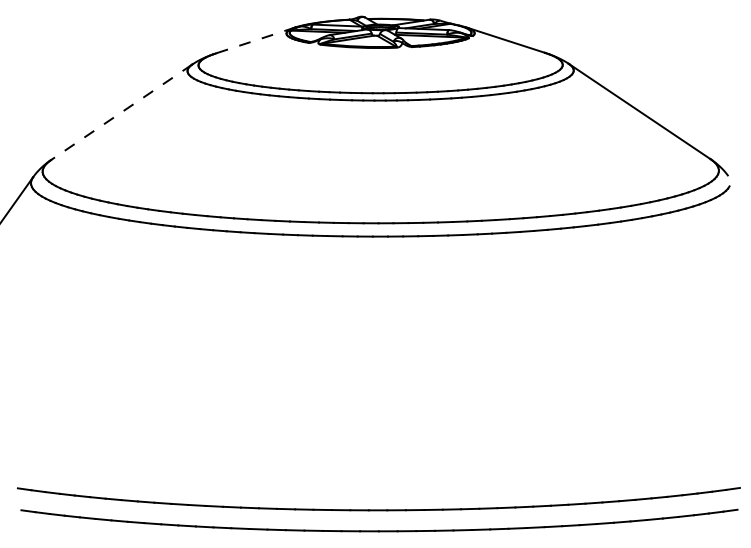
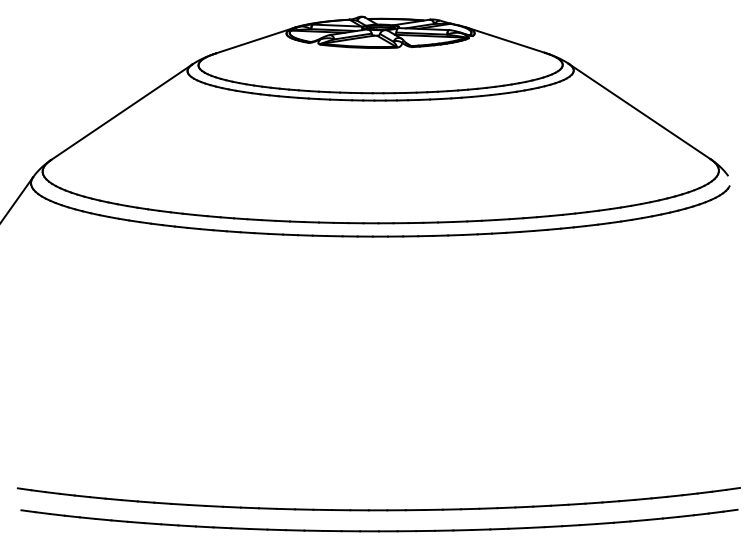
line at (255, 40): dashed -> solid
line at (121, 112): dashed -> solid
